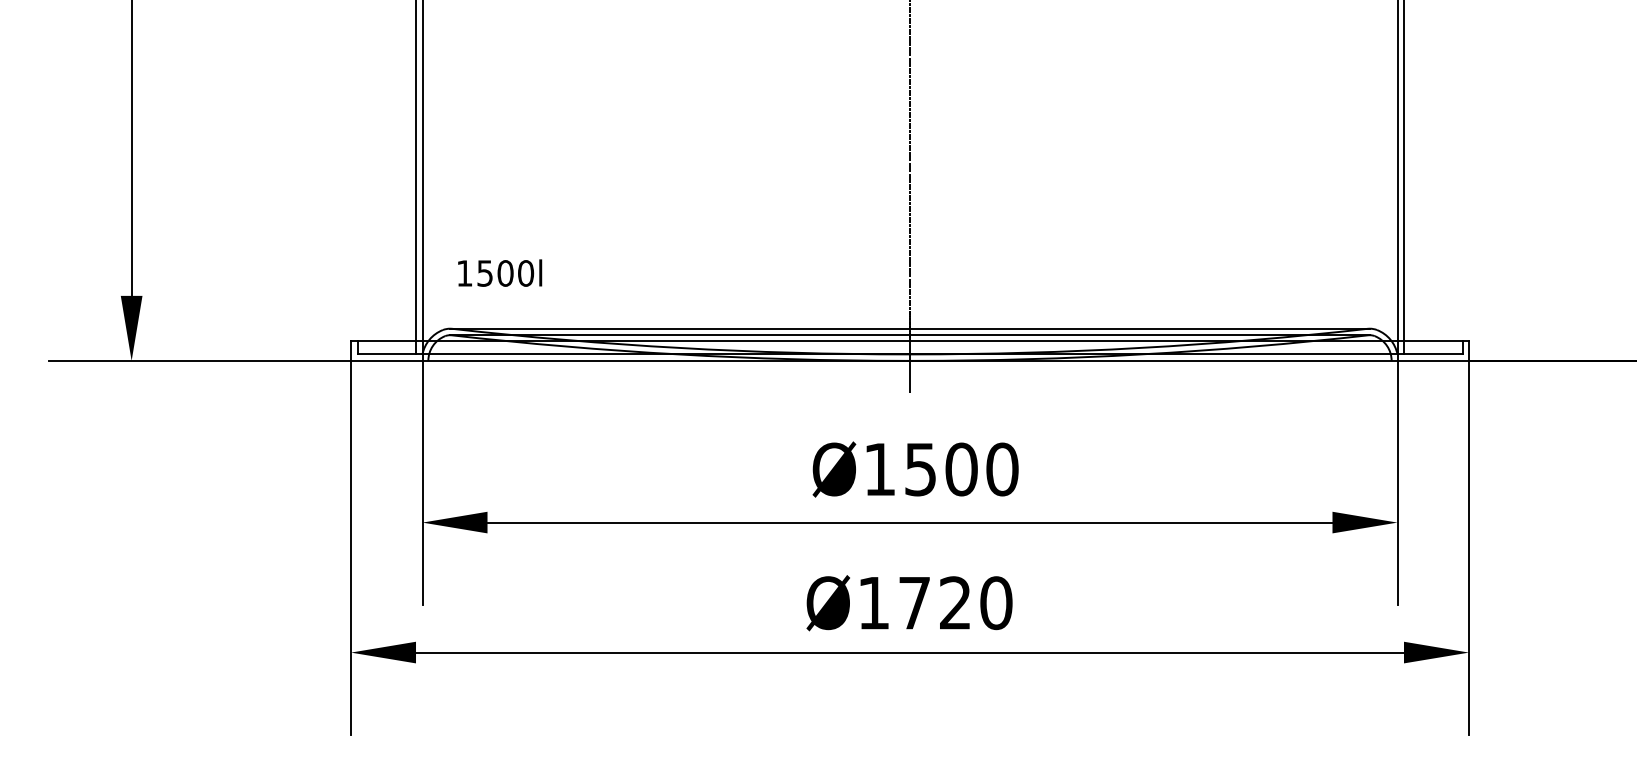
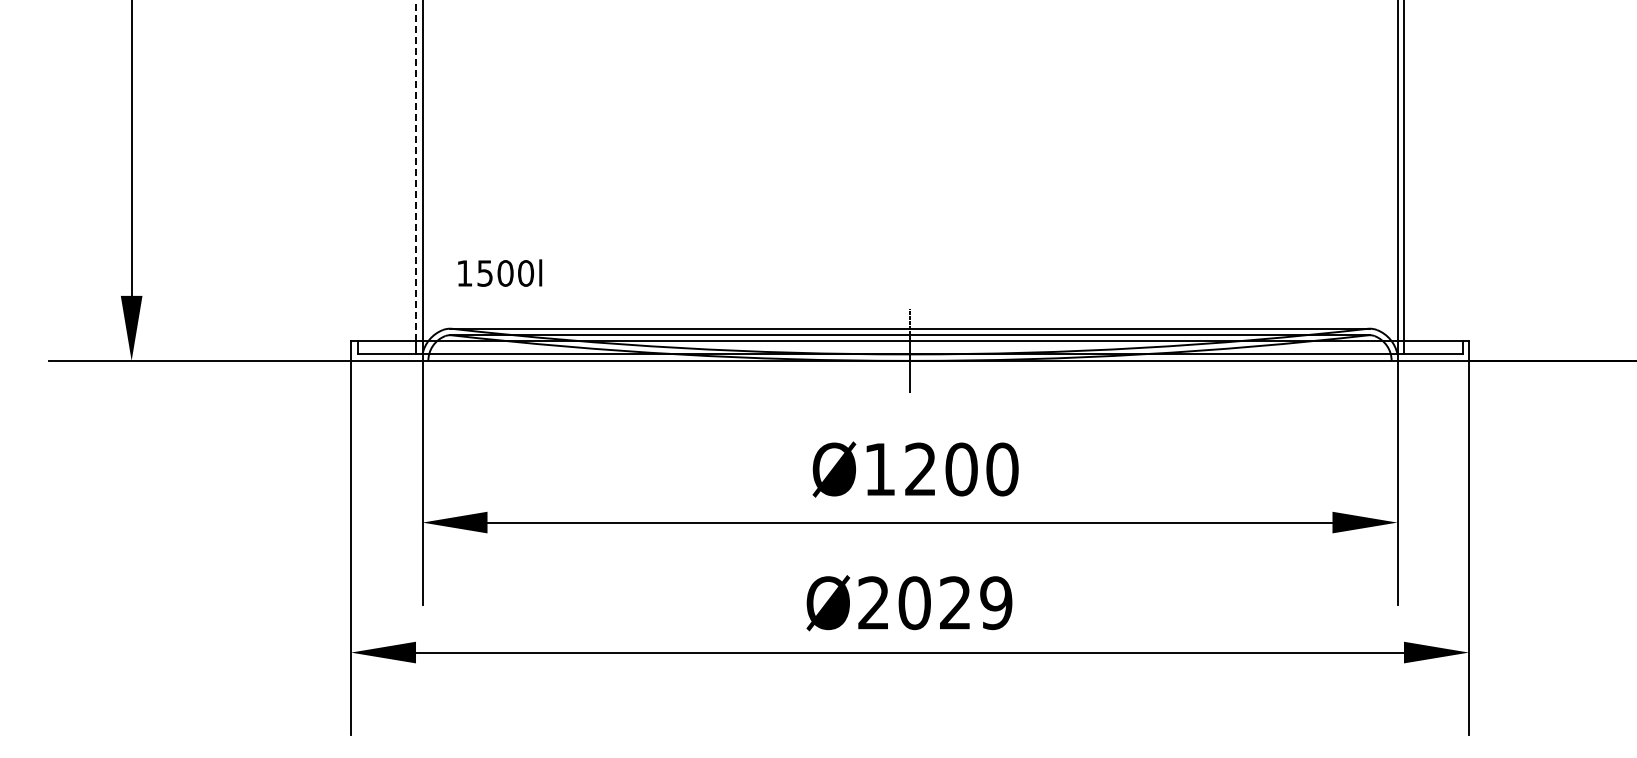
line at (910, 169): present -> none
line at (416, 170): solid -> dashed
text at (920, 469): Ø1500 -> Ø1200
text at (935, 603): Ø1720 -> Ø2029
